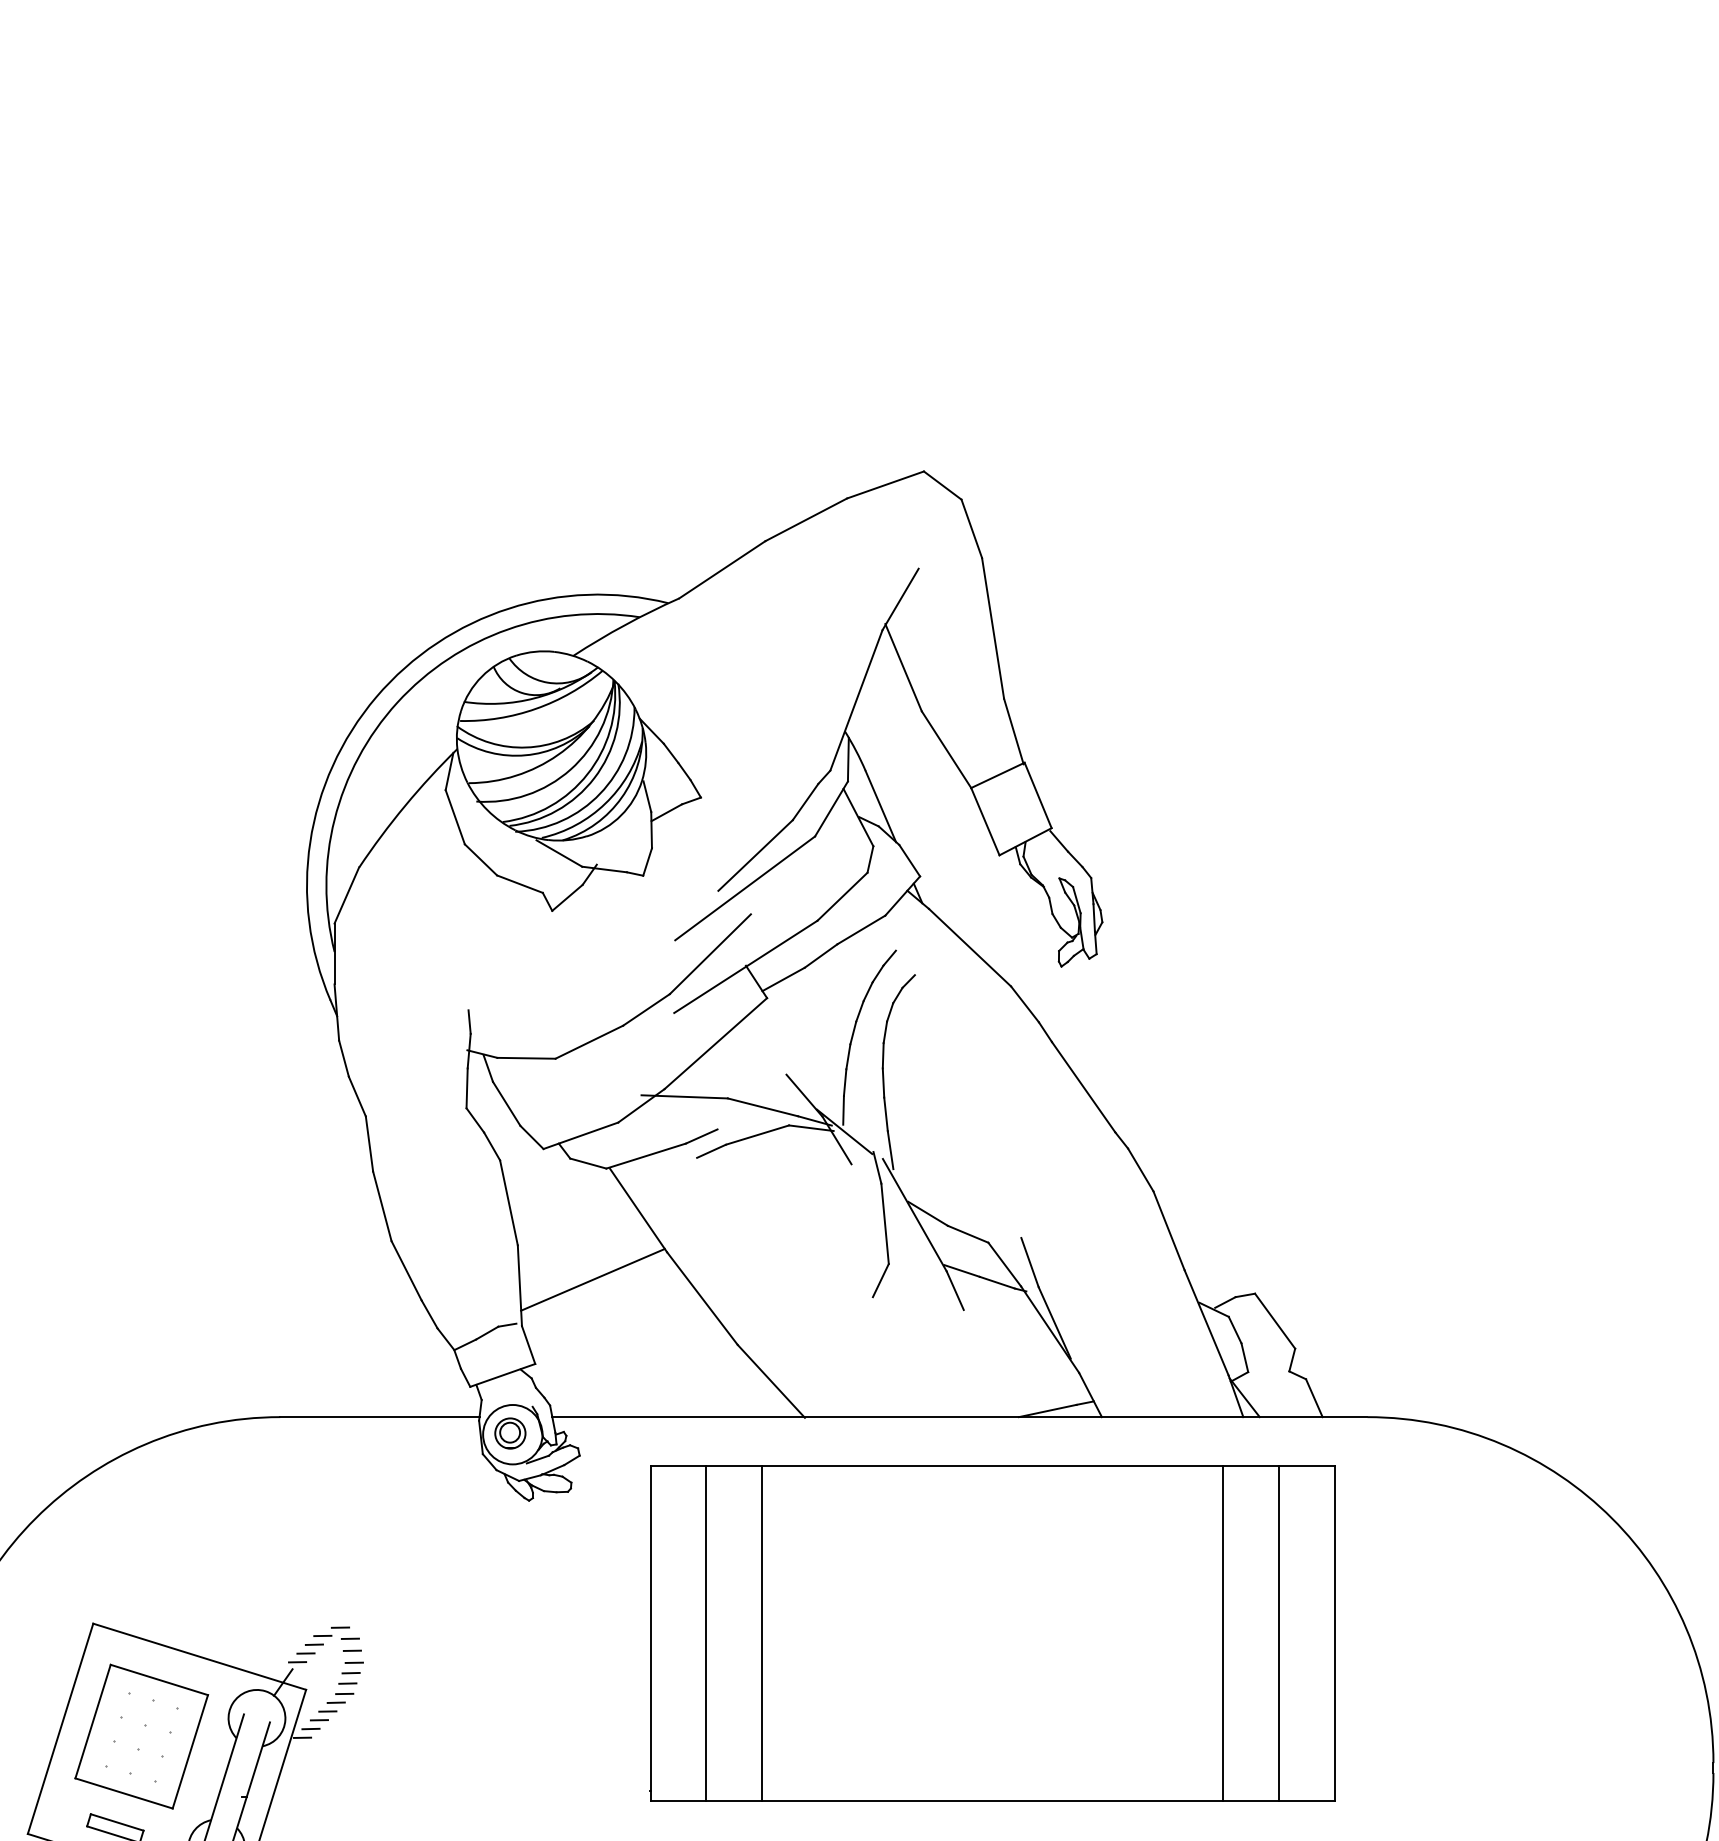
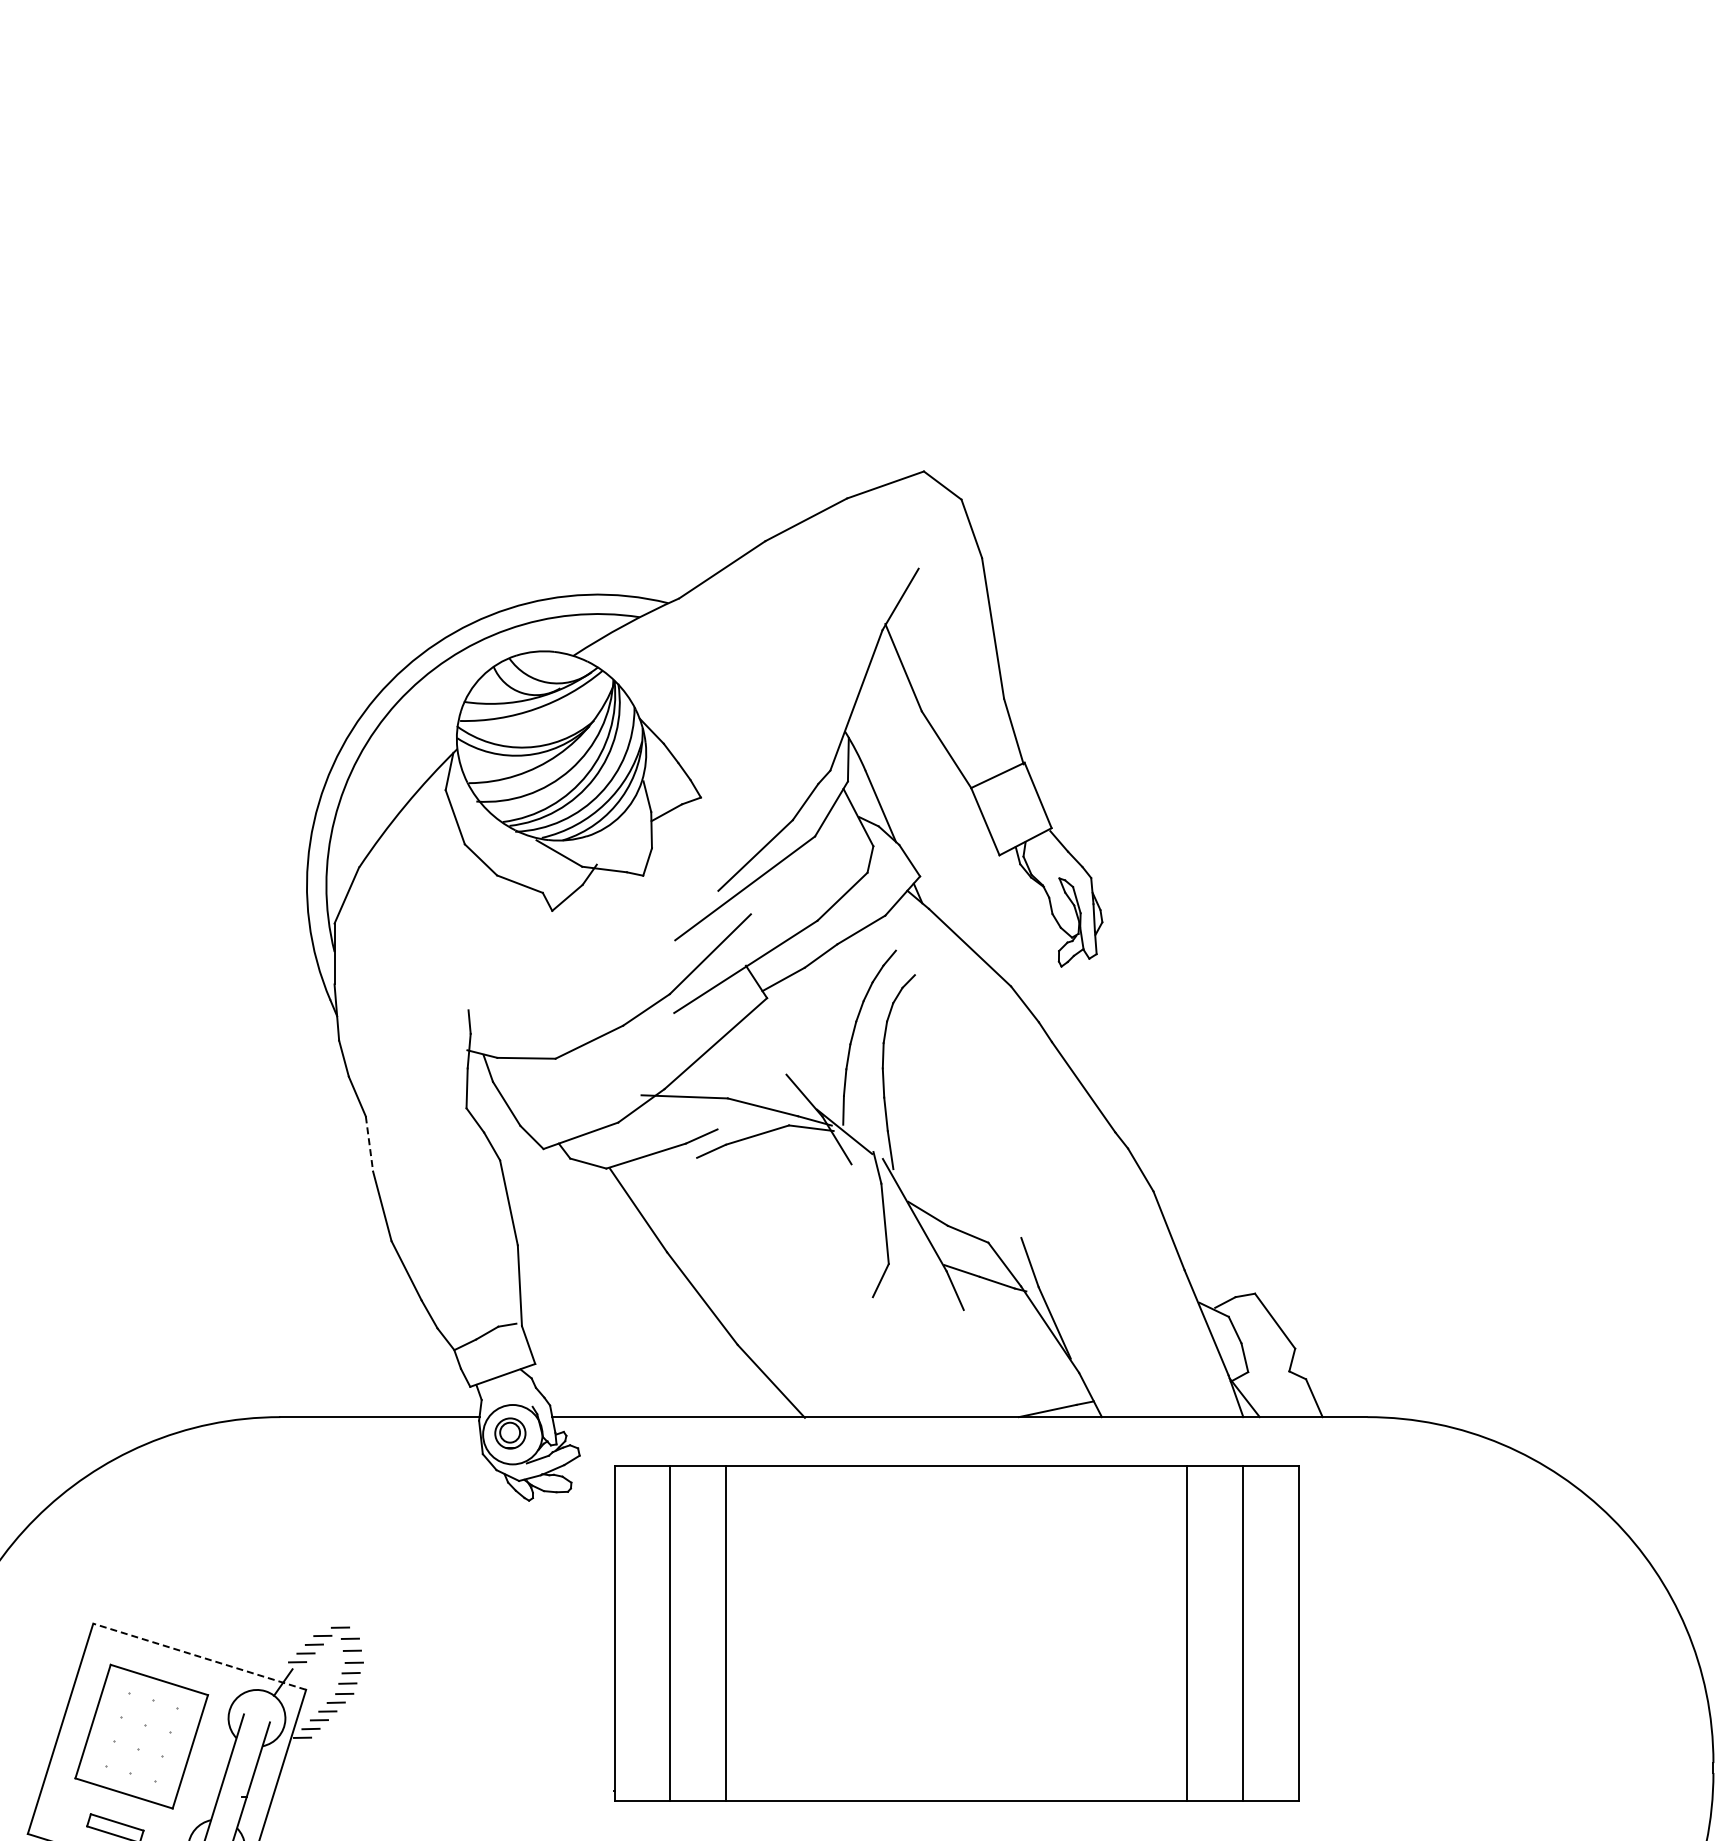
line at (369, 1144): solid -> dashed
line at (592, 1279): present -> none
part at (992, 1633) position: (992, 1633) -> (956, 1633)
line at (199, 1656): solid -> dashed
